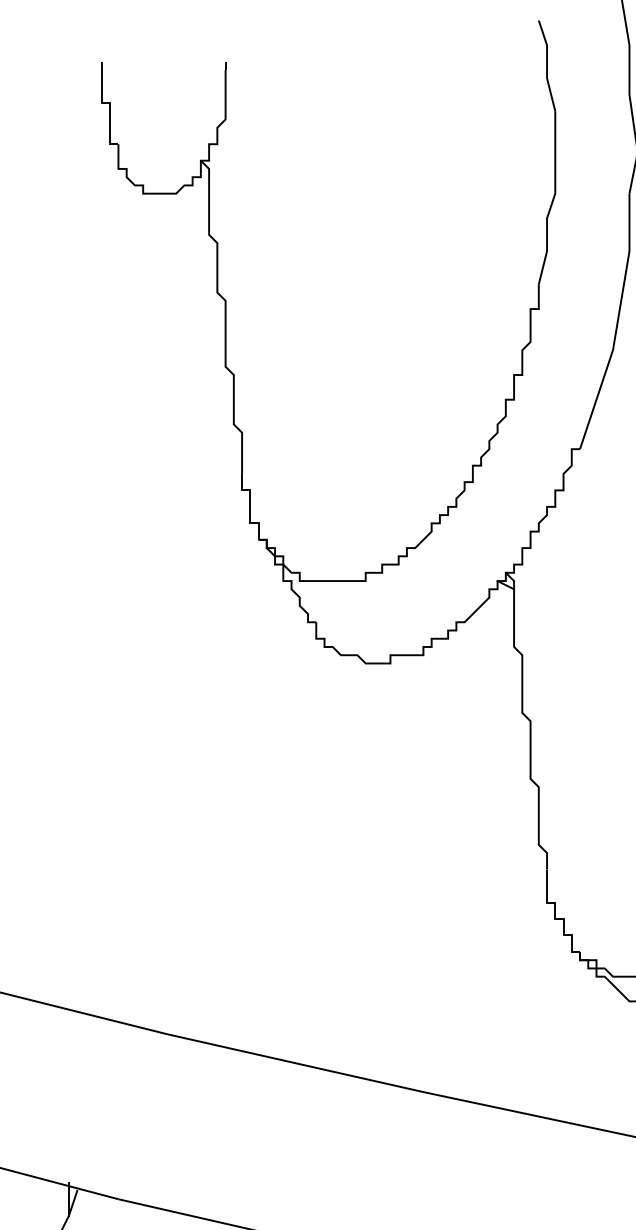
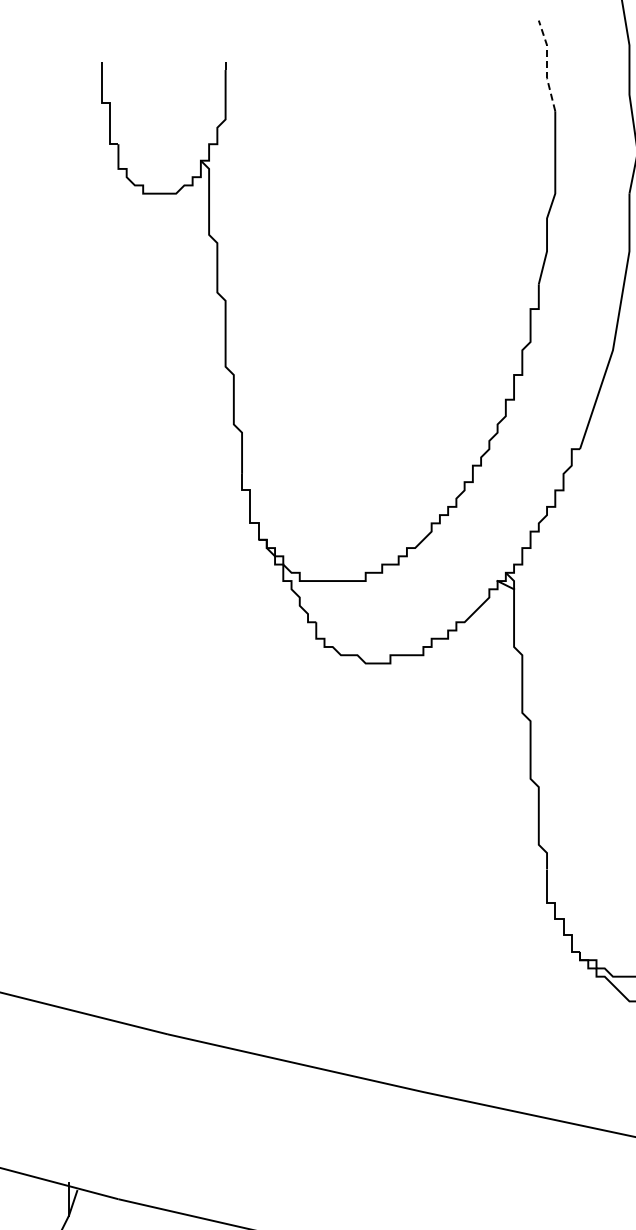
line at (547, 65): solid -> dashed
